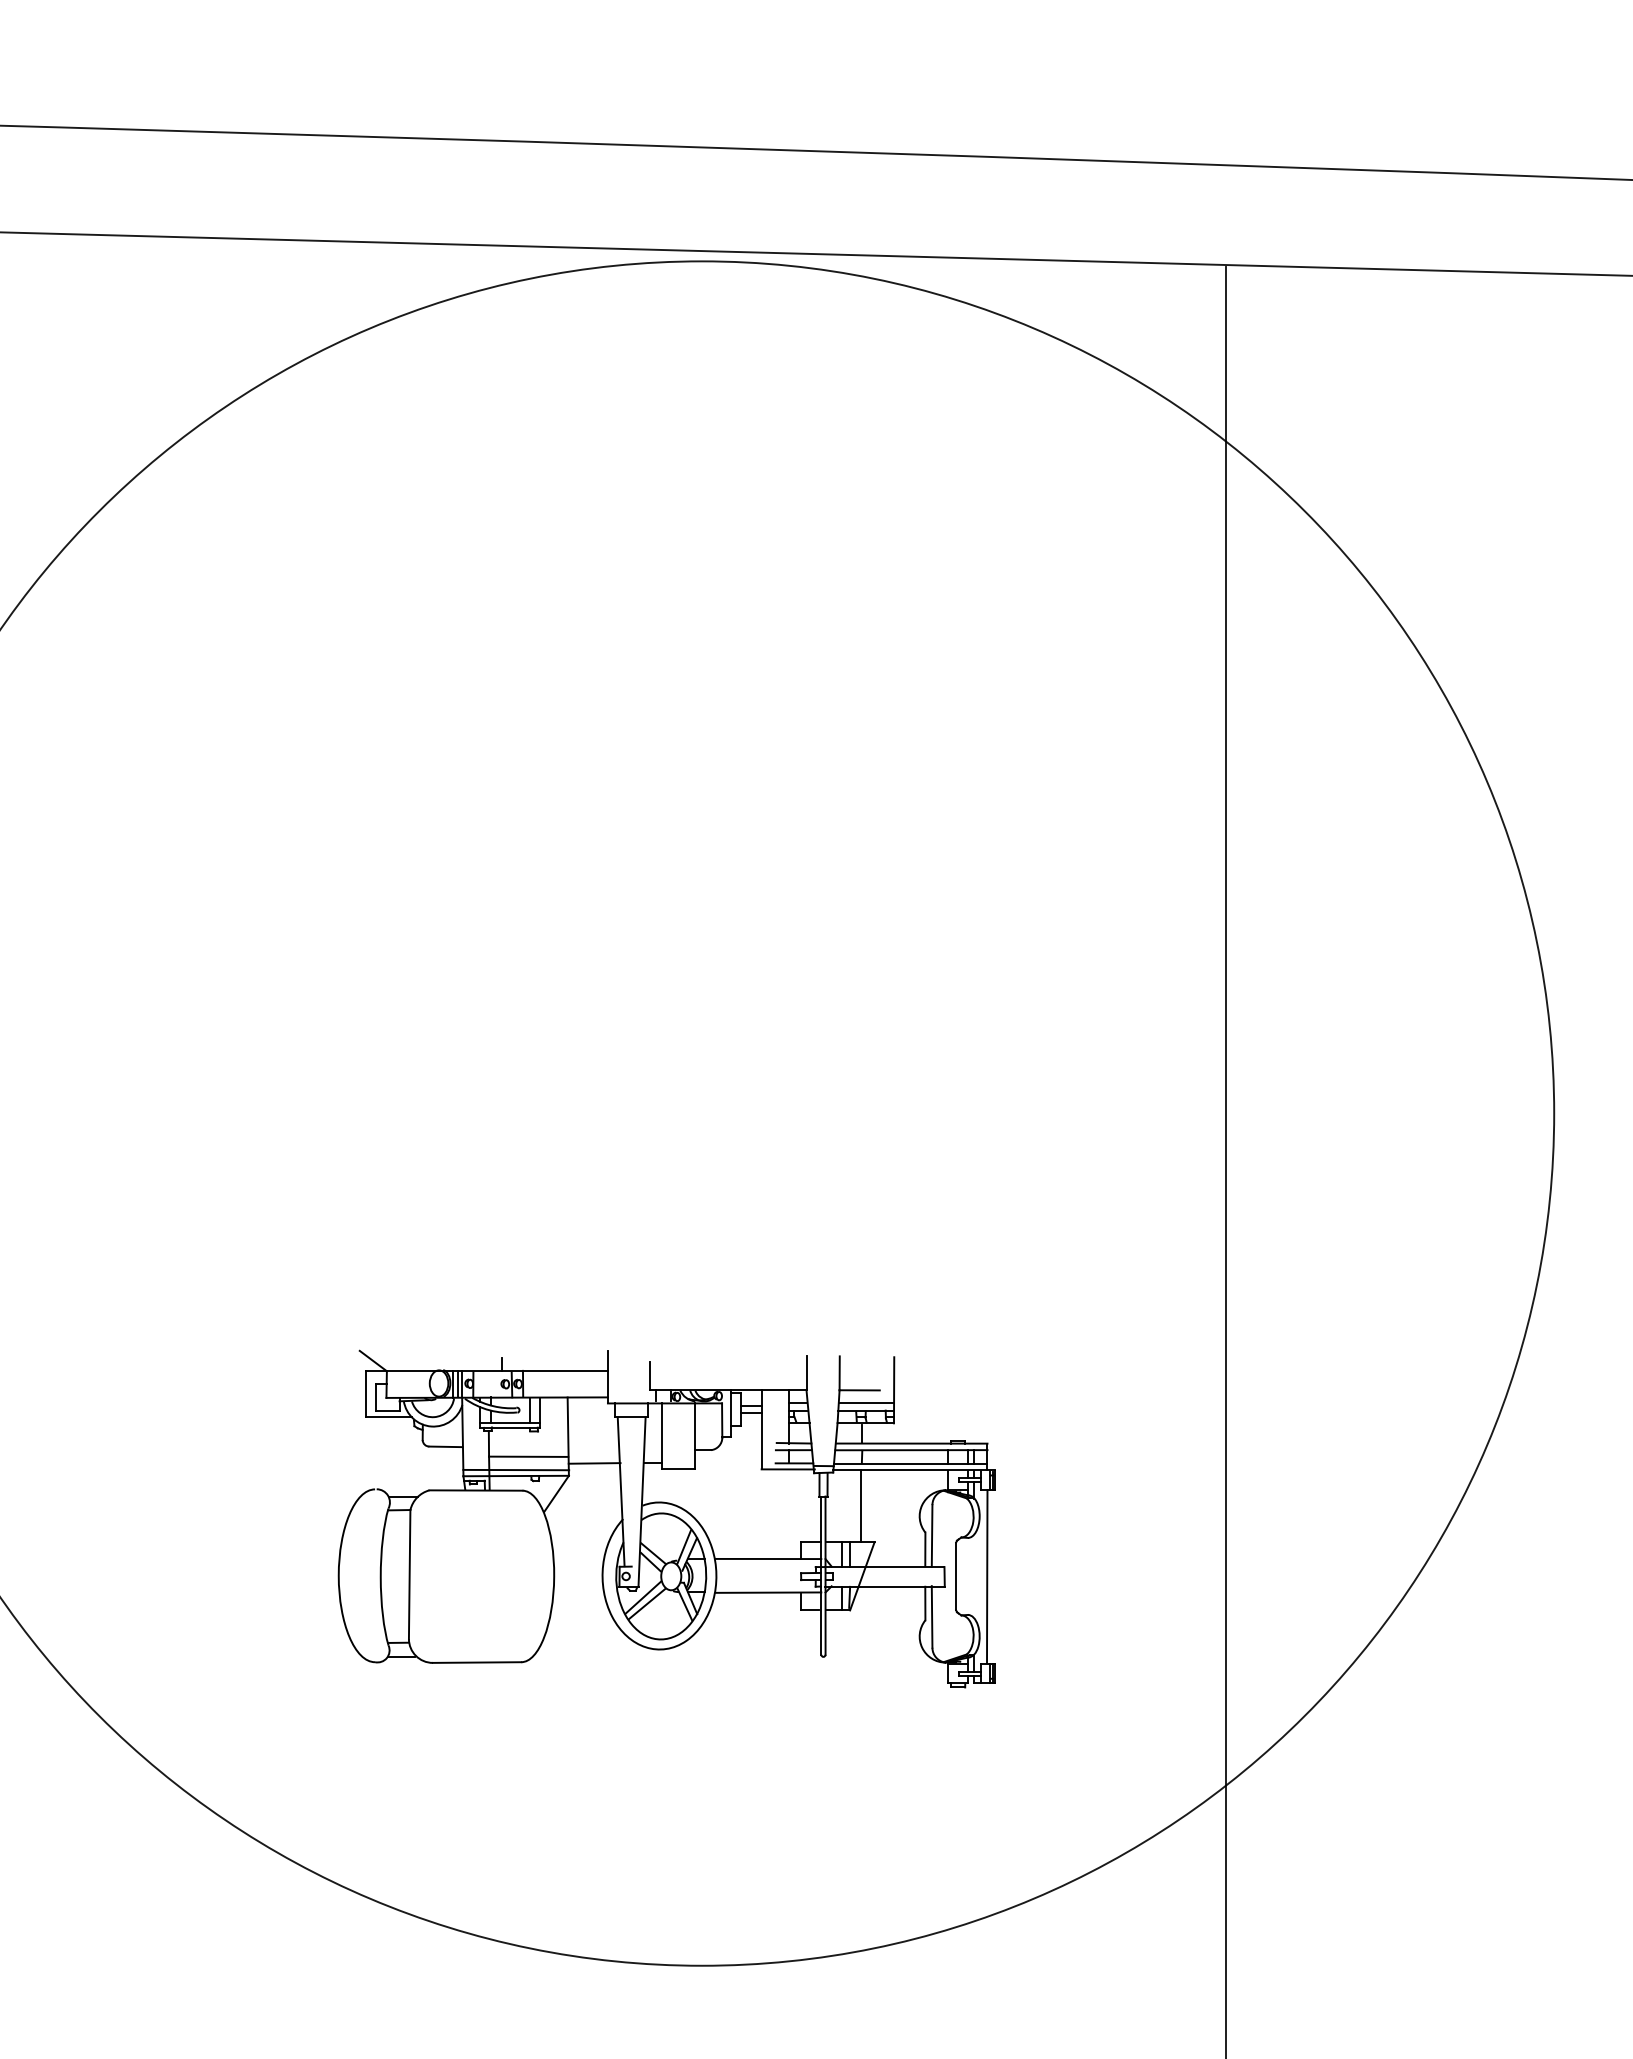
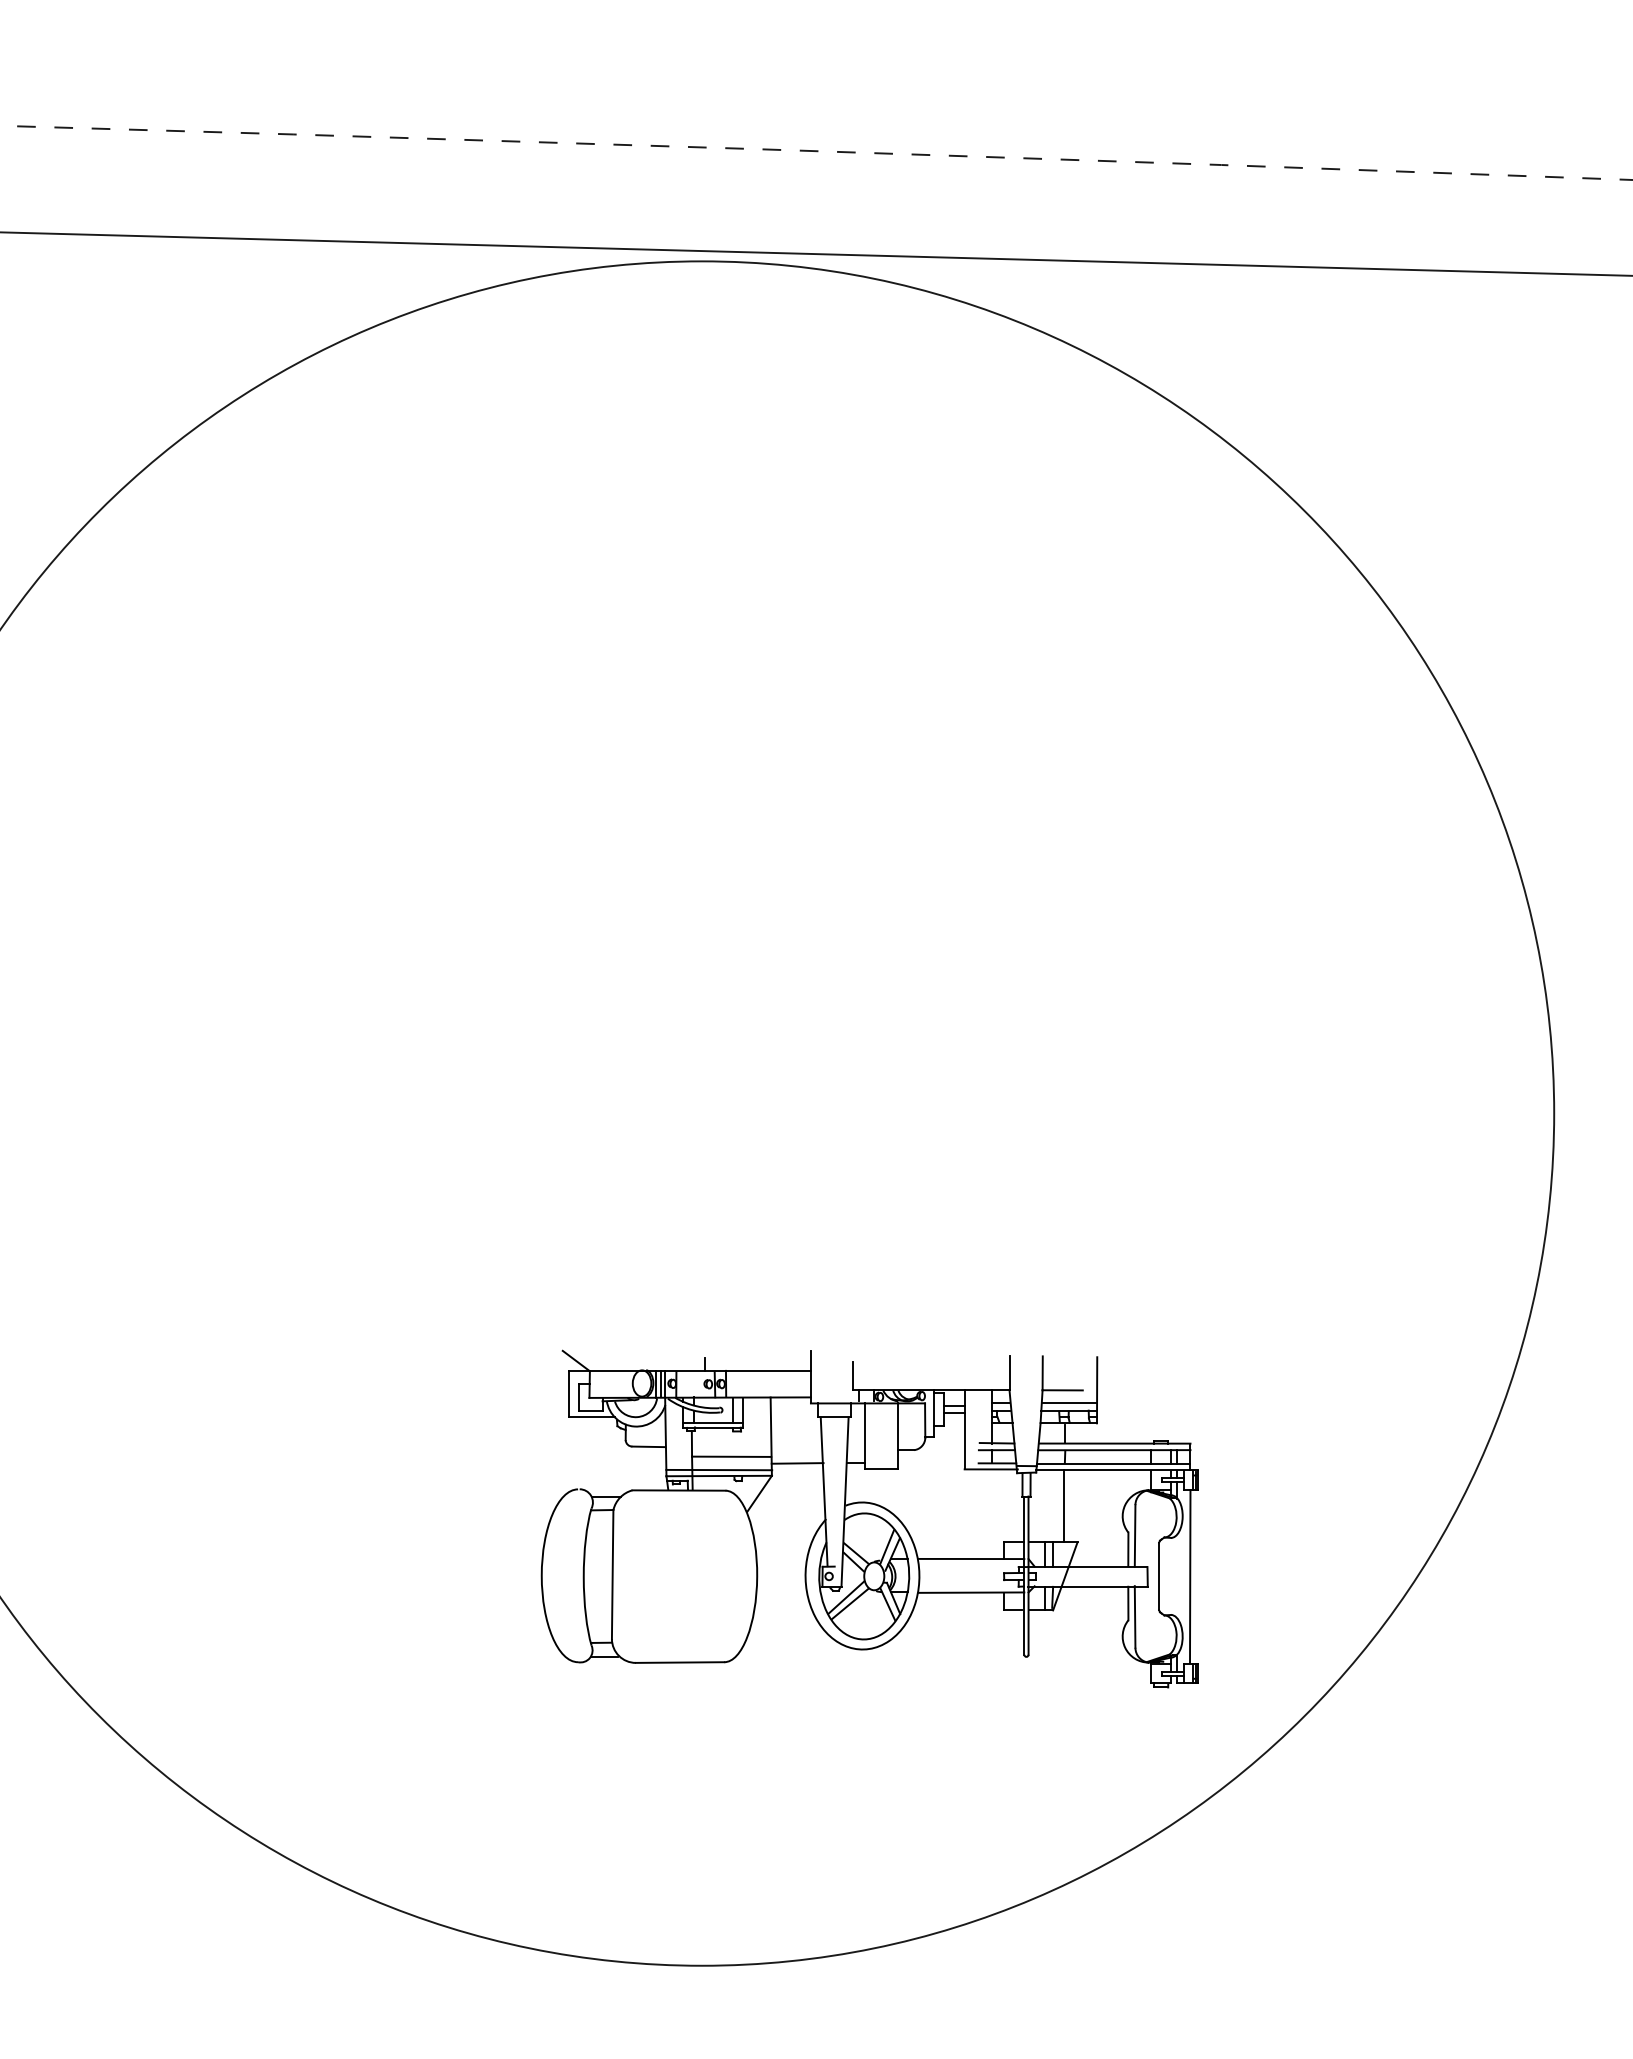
arc at (816, 151): solid -> dashed
line at (1226, 1160): present -> none
part at (666, 1518) position: (666, 1518) -> (869, 1518)
